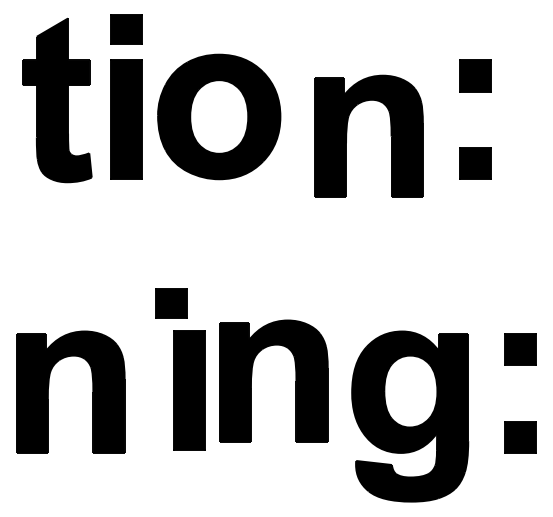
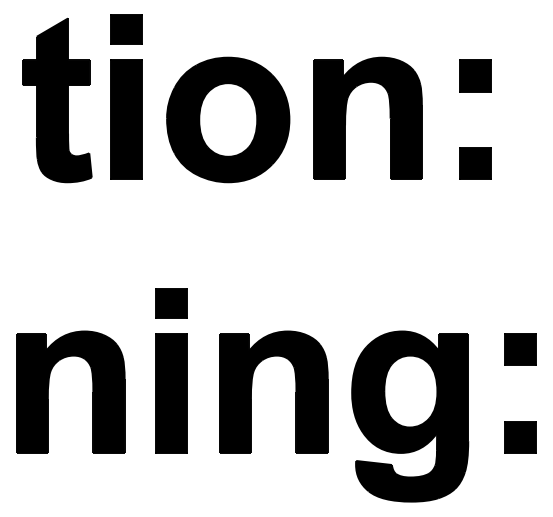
part at (219, 116) position: (219, 116) -> (228, 119)
part at (347, 135) position: (347, 135) -> (346, 117)
part at (252, 376) position: (252, 376) -> (252, 387)
part at (189, 390) position: (189, 390) -> (171, 393)
